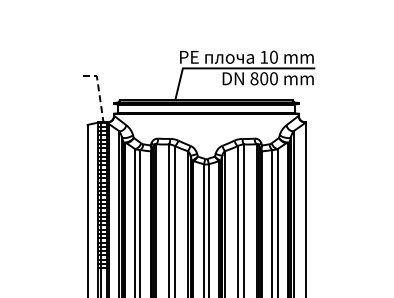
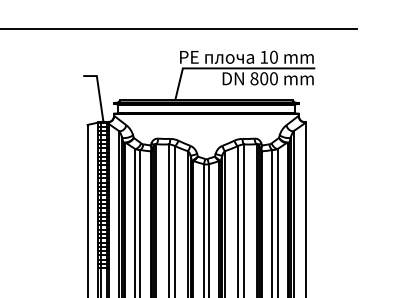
line at (179, 28): none -> present
line at (99, 91): dashed -> solid
